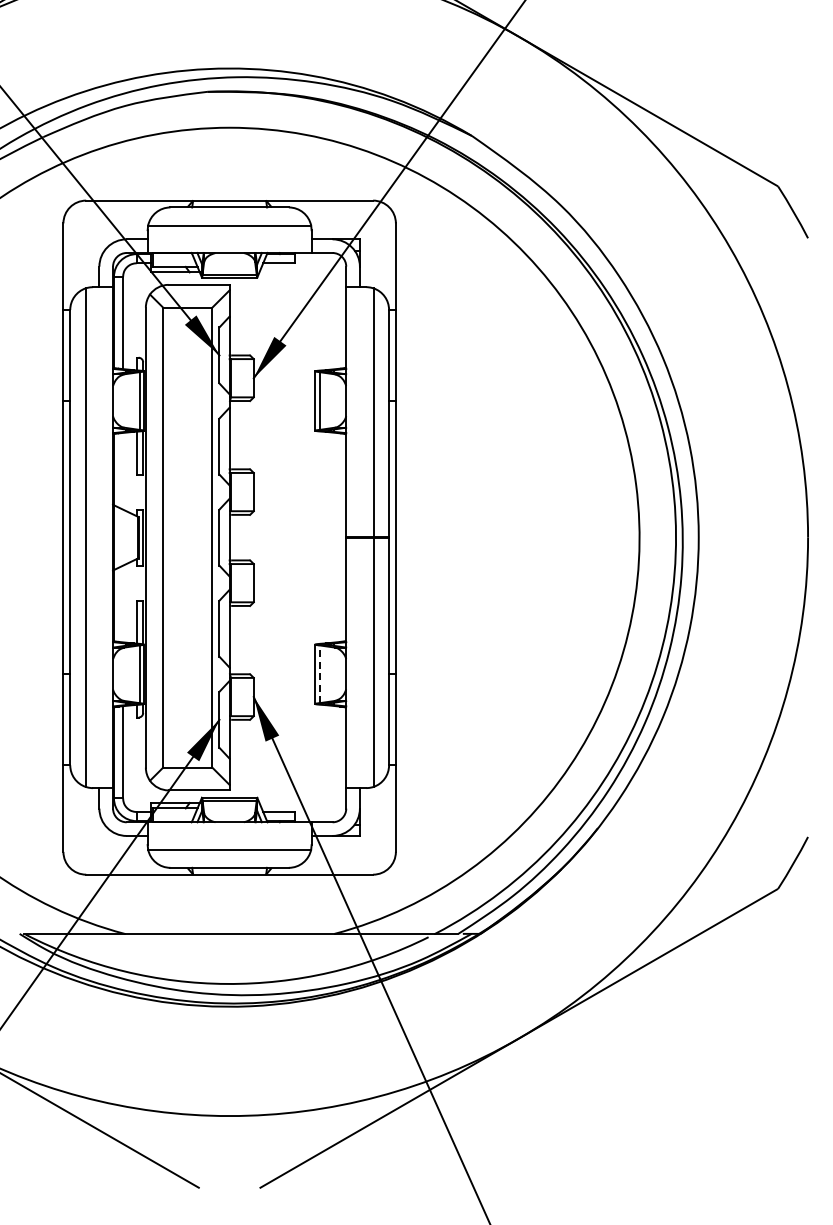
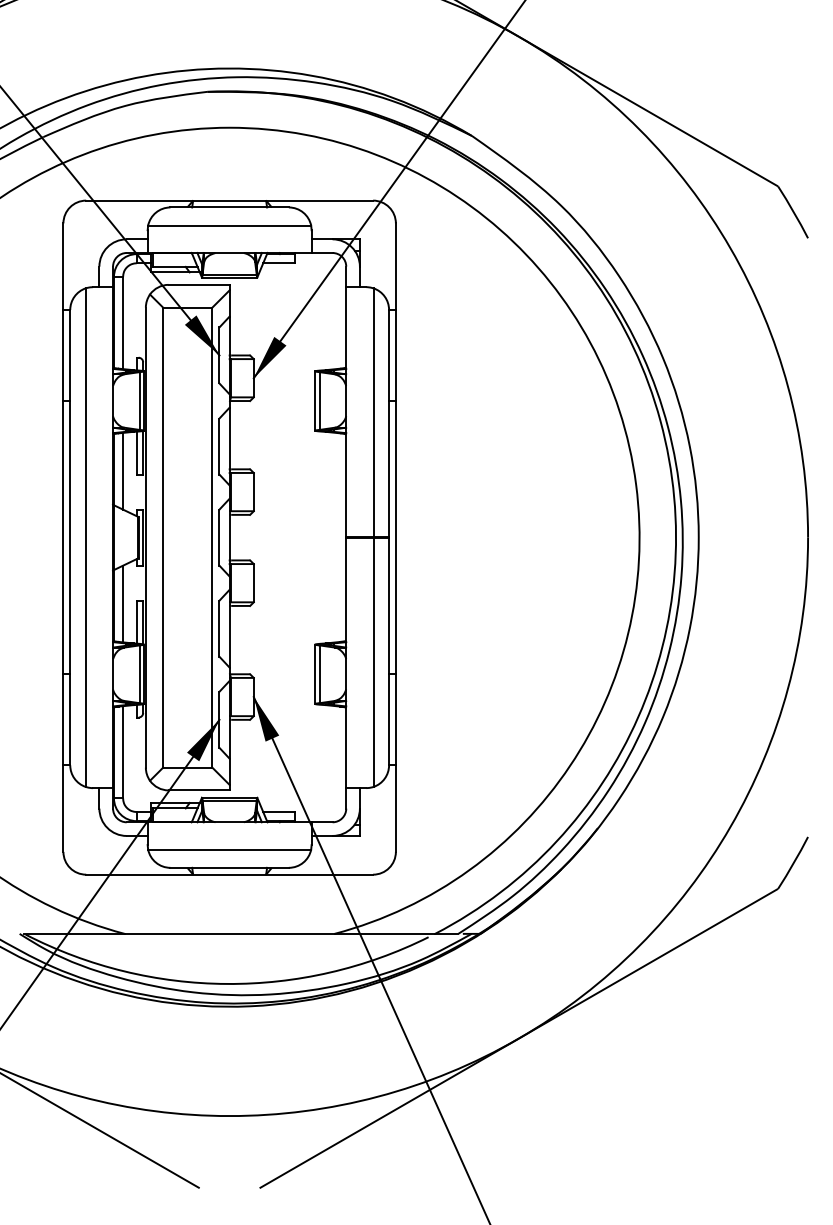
line at (123, 470): none -> present
line at (123, 603): none -> present
line at (319, 674): dashed -> solid
